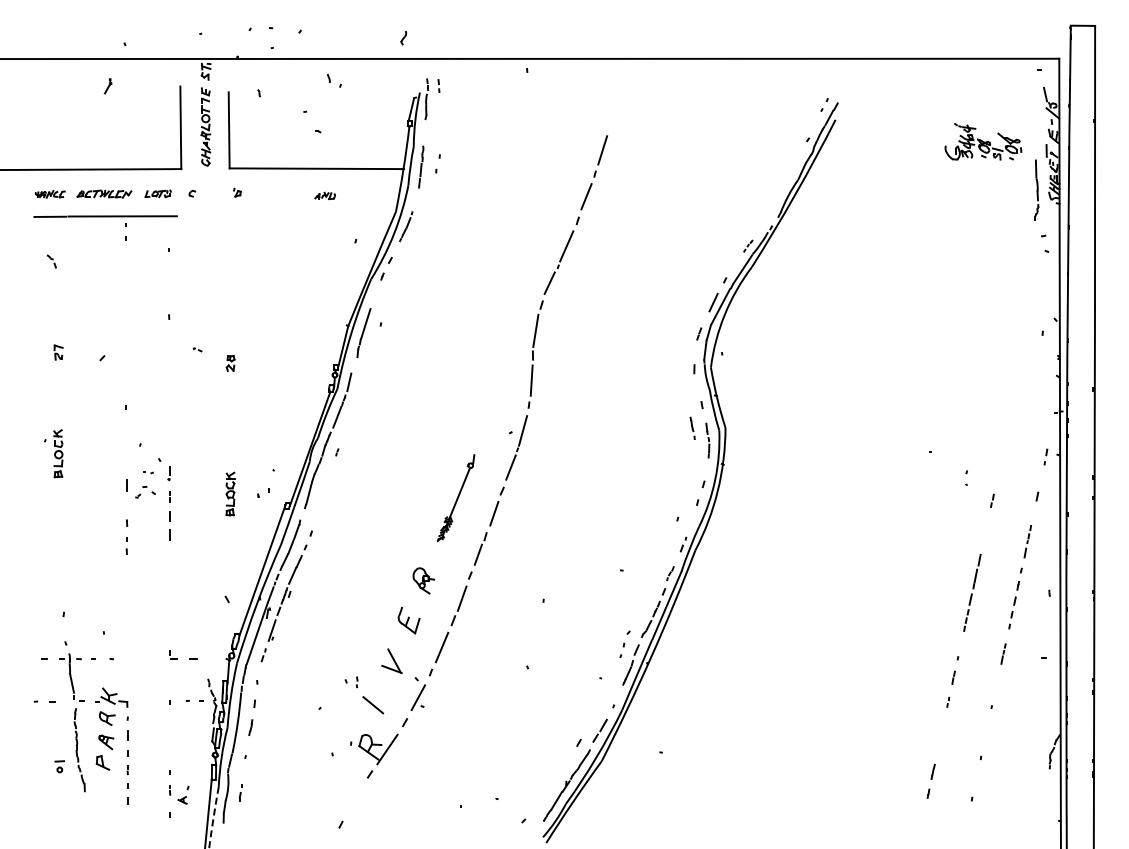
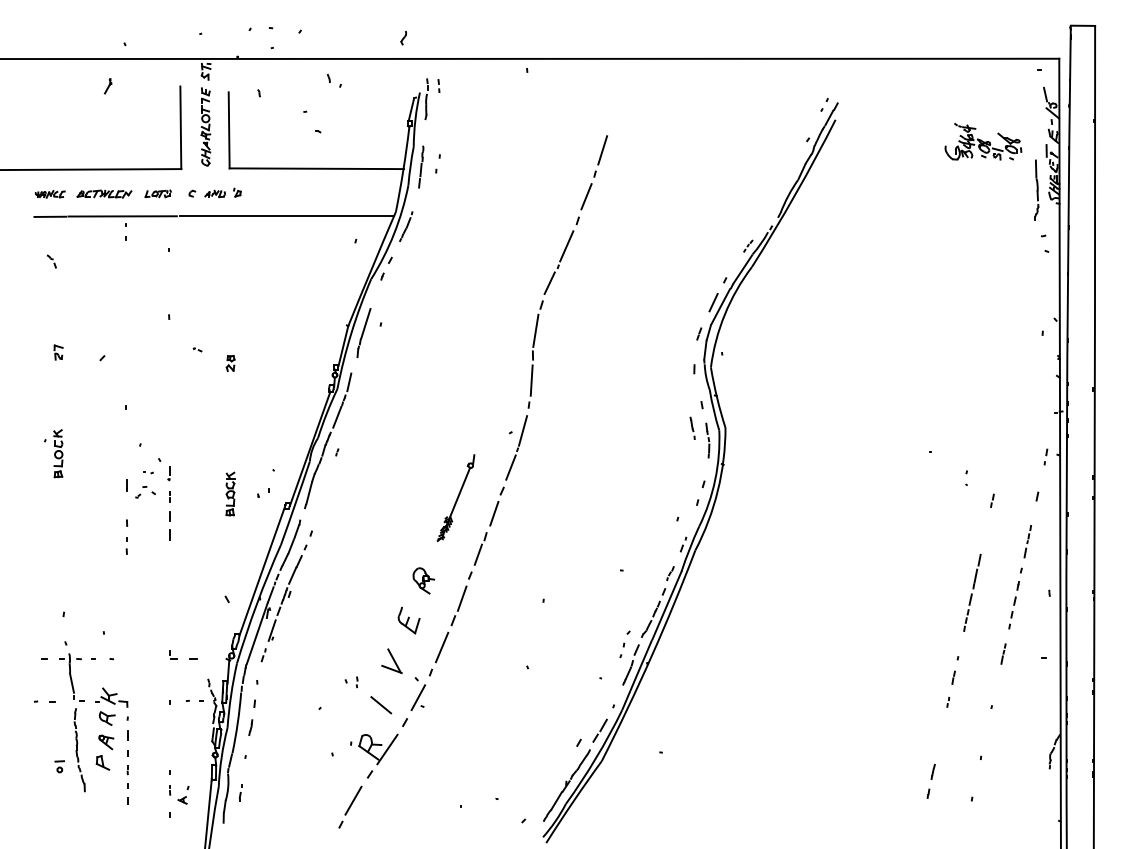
part at (324, 195) position: (324, 195) -> (214, 193)
line at (286, 216): none -> present
line at (373, 705) position: (373, 705) -> (381, 705)
line at (353, 800): none -> present
arc at (213, 817): dashed -> solid
